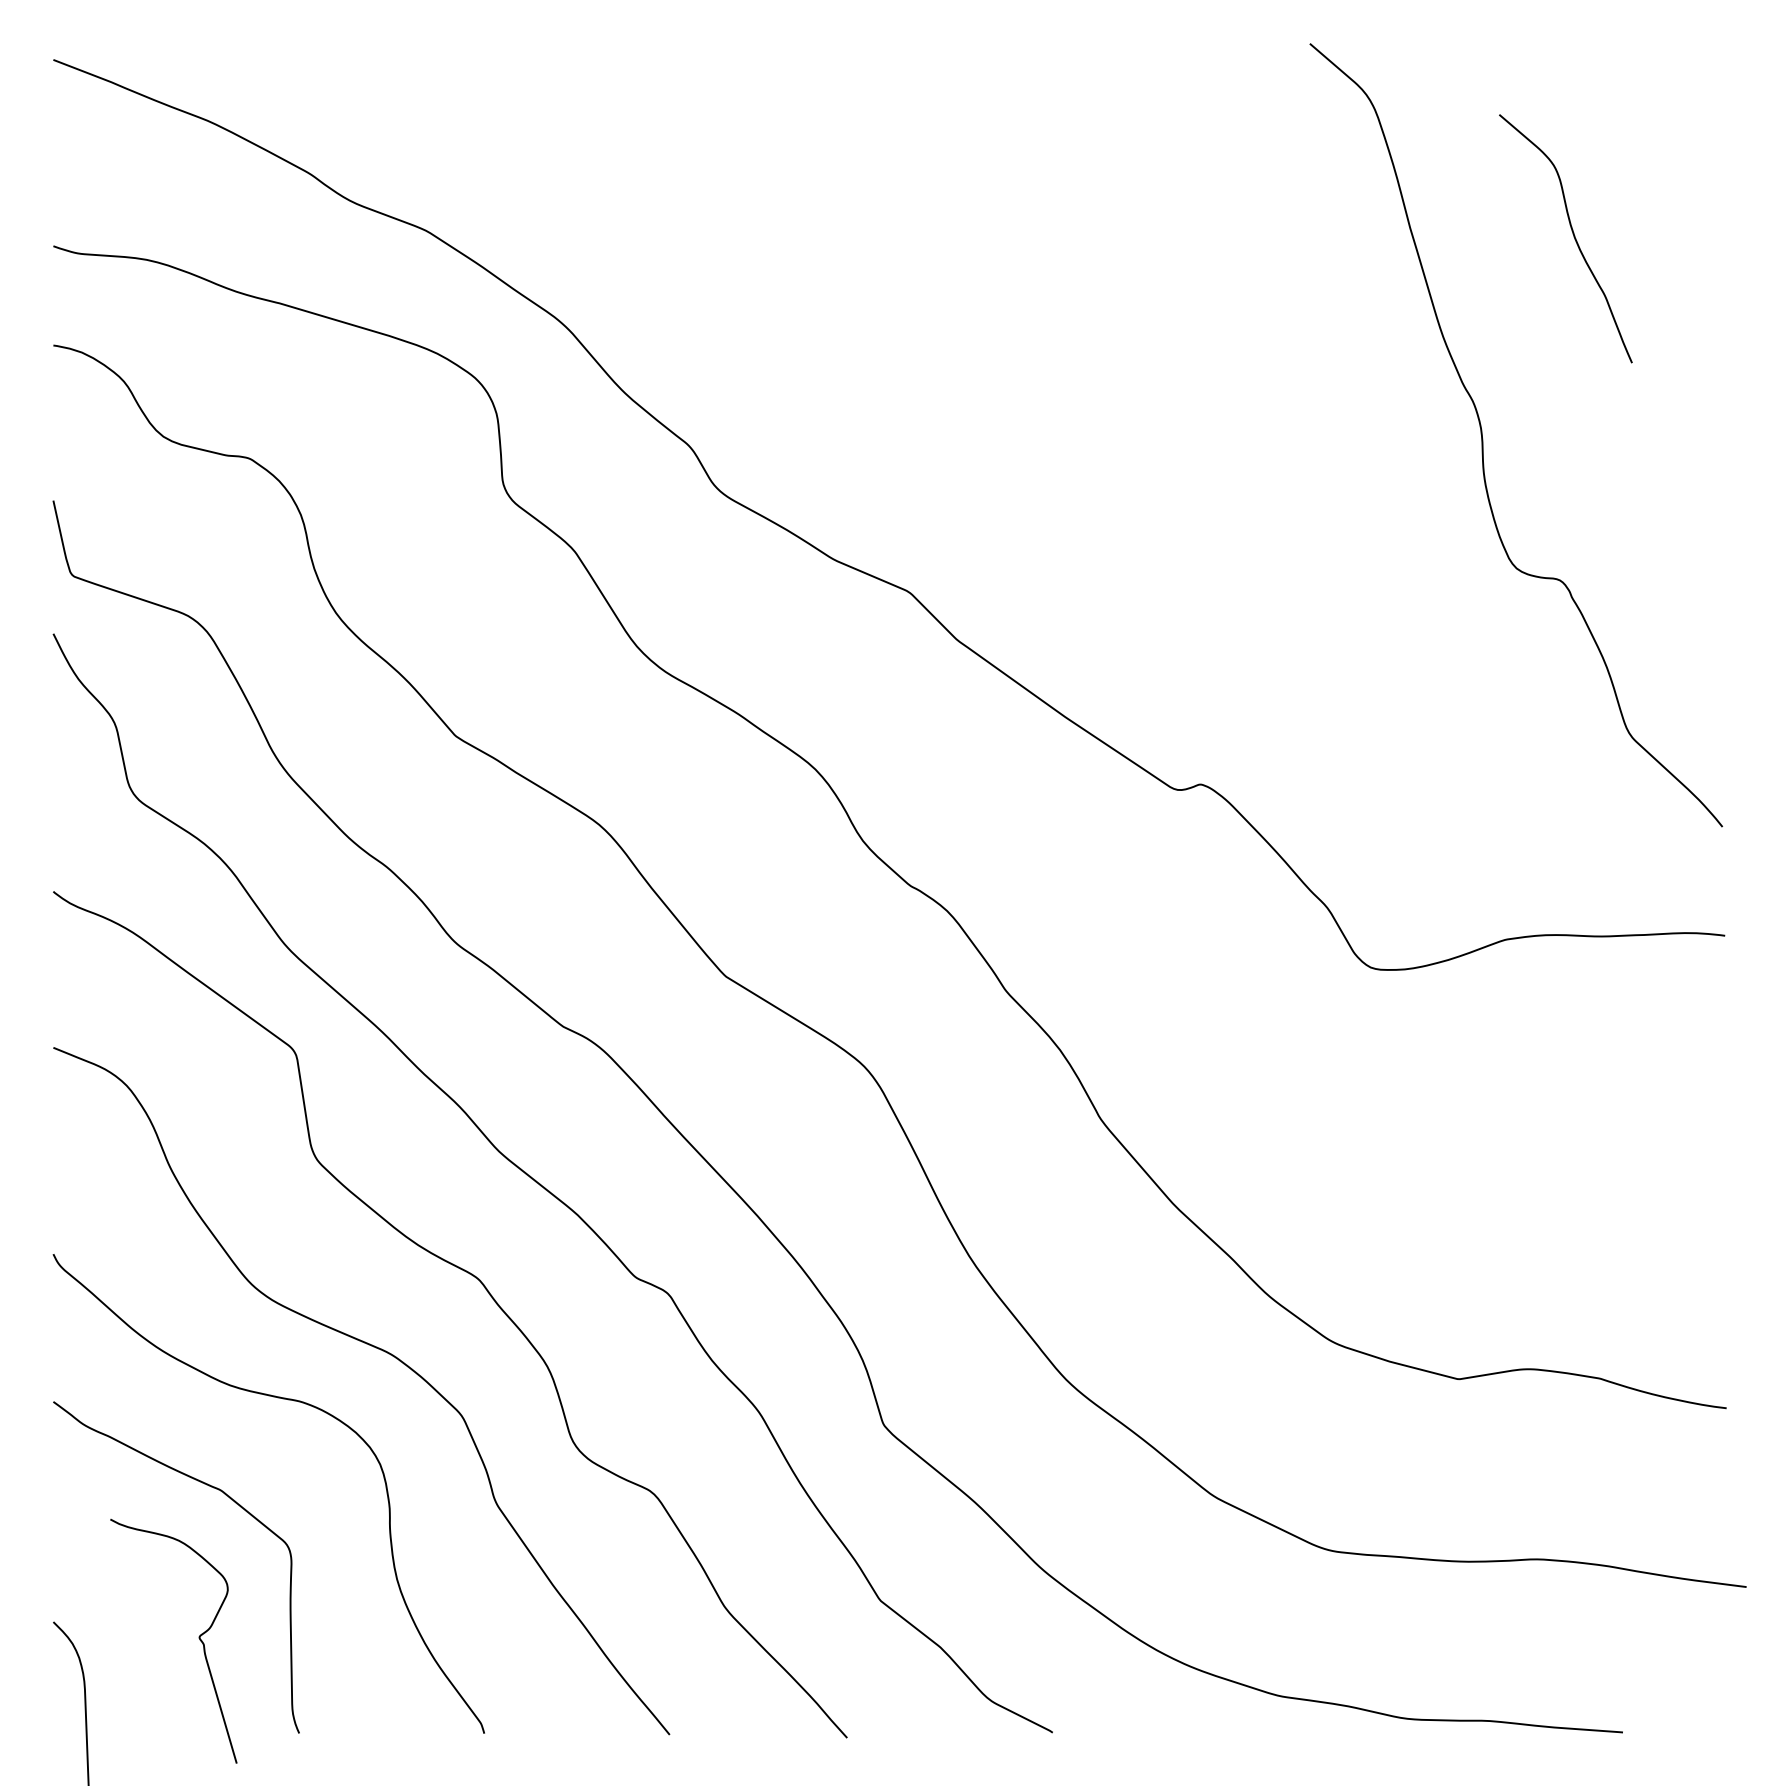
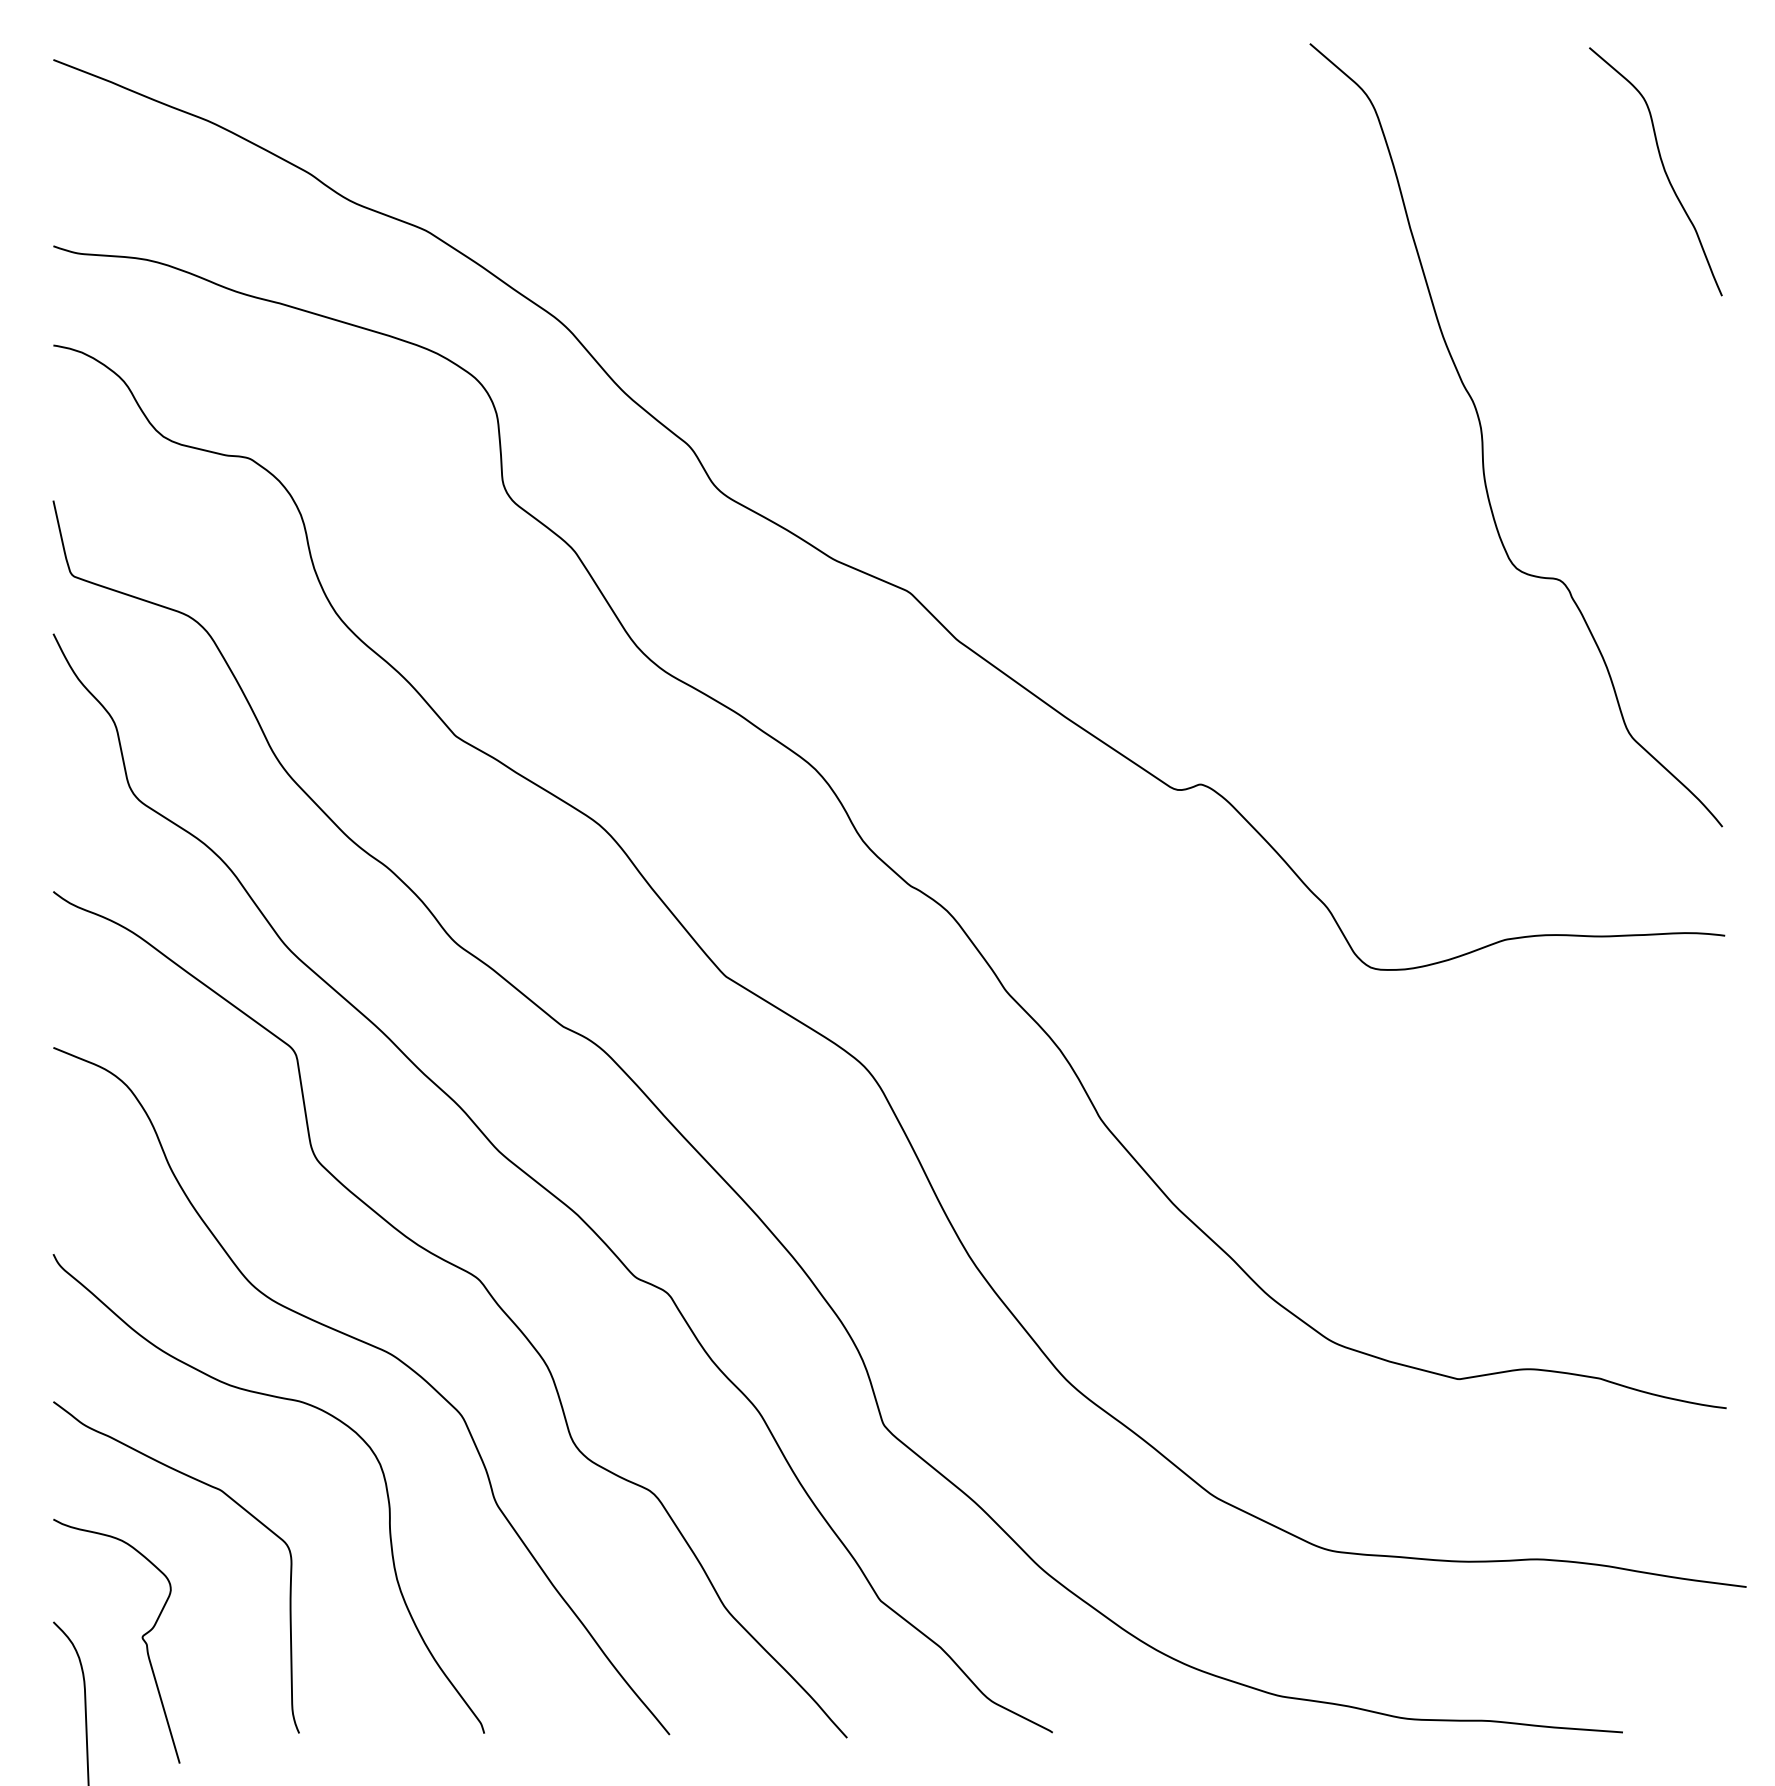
curve at (1572, 234) position: (1572, 234) -> (1662, 167)
curve at (198, 1638) position: (198, 1638) -> (141, 1638)
